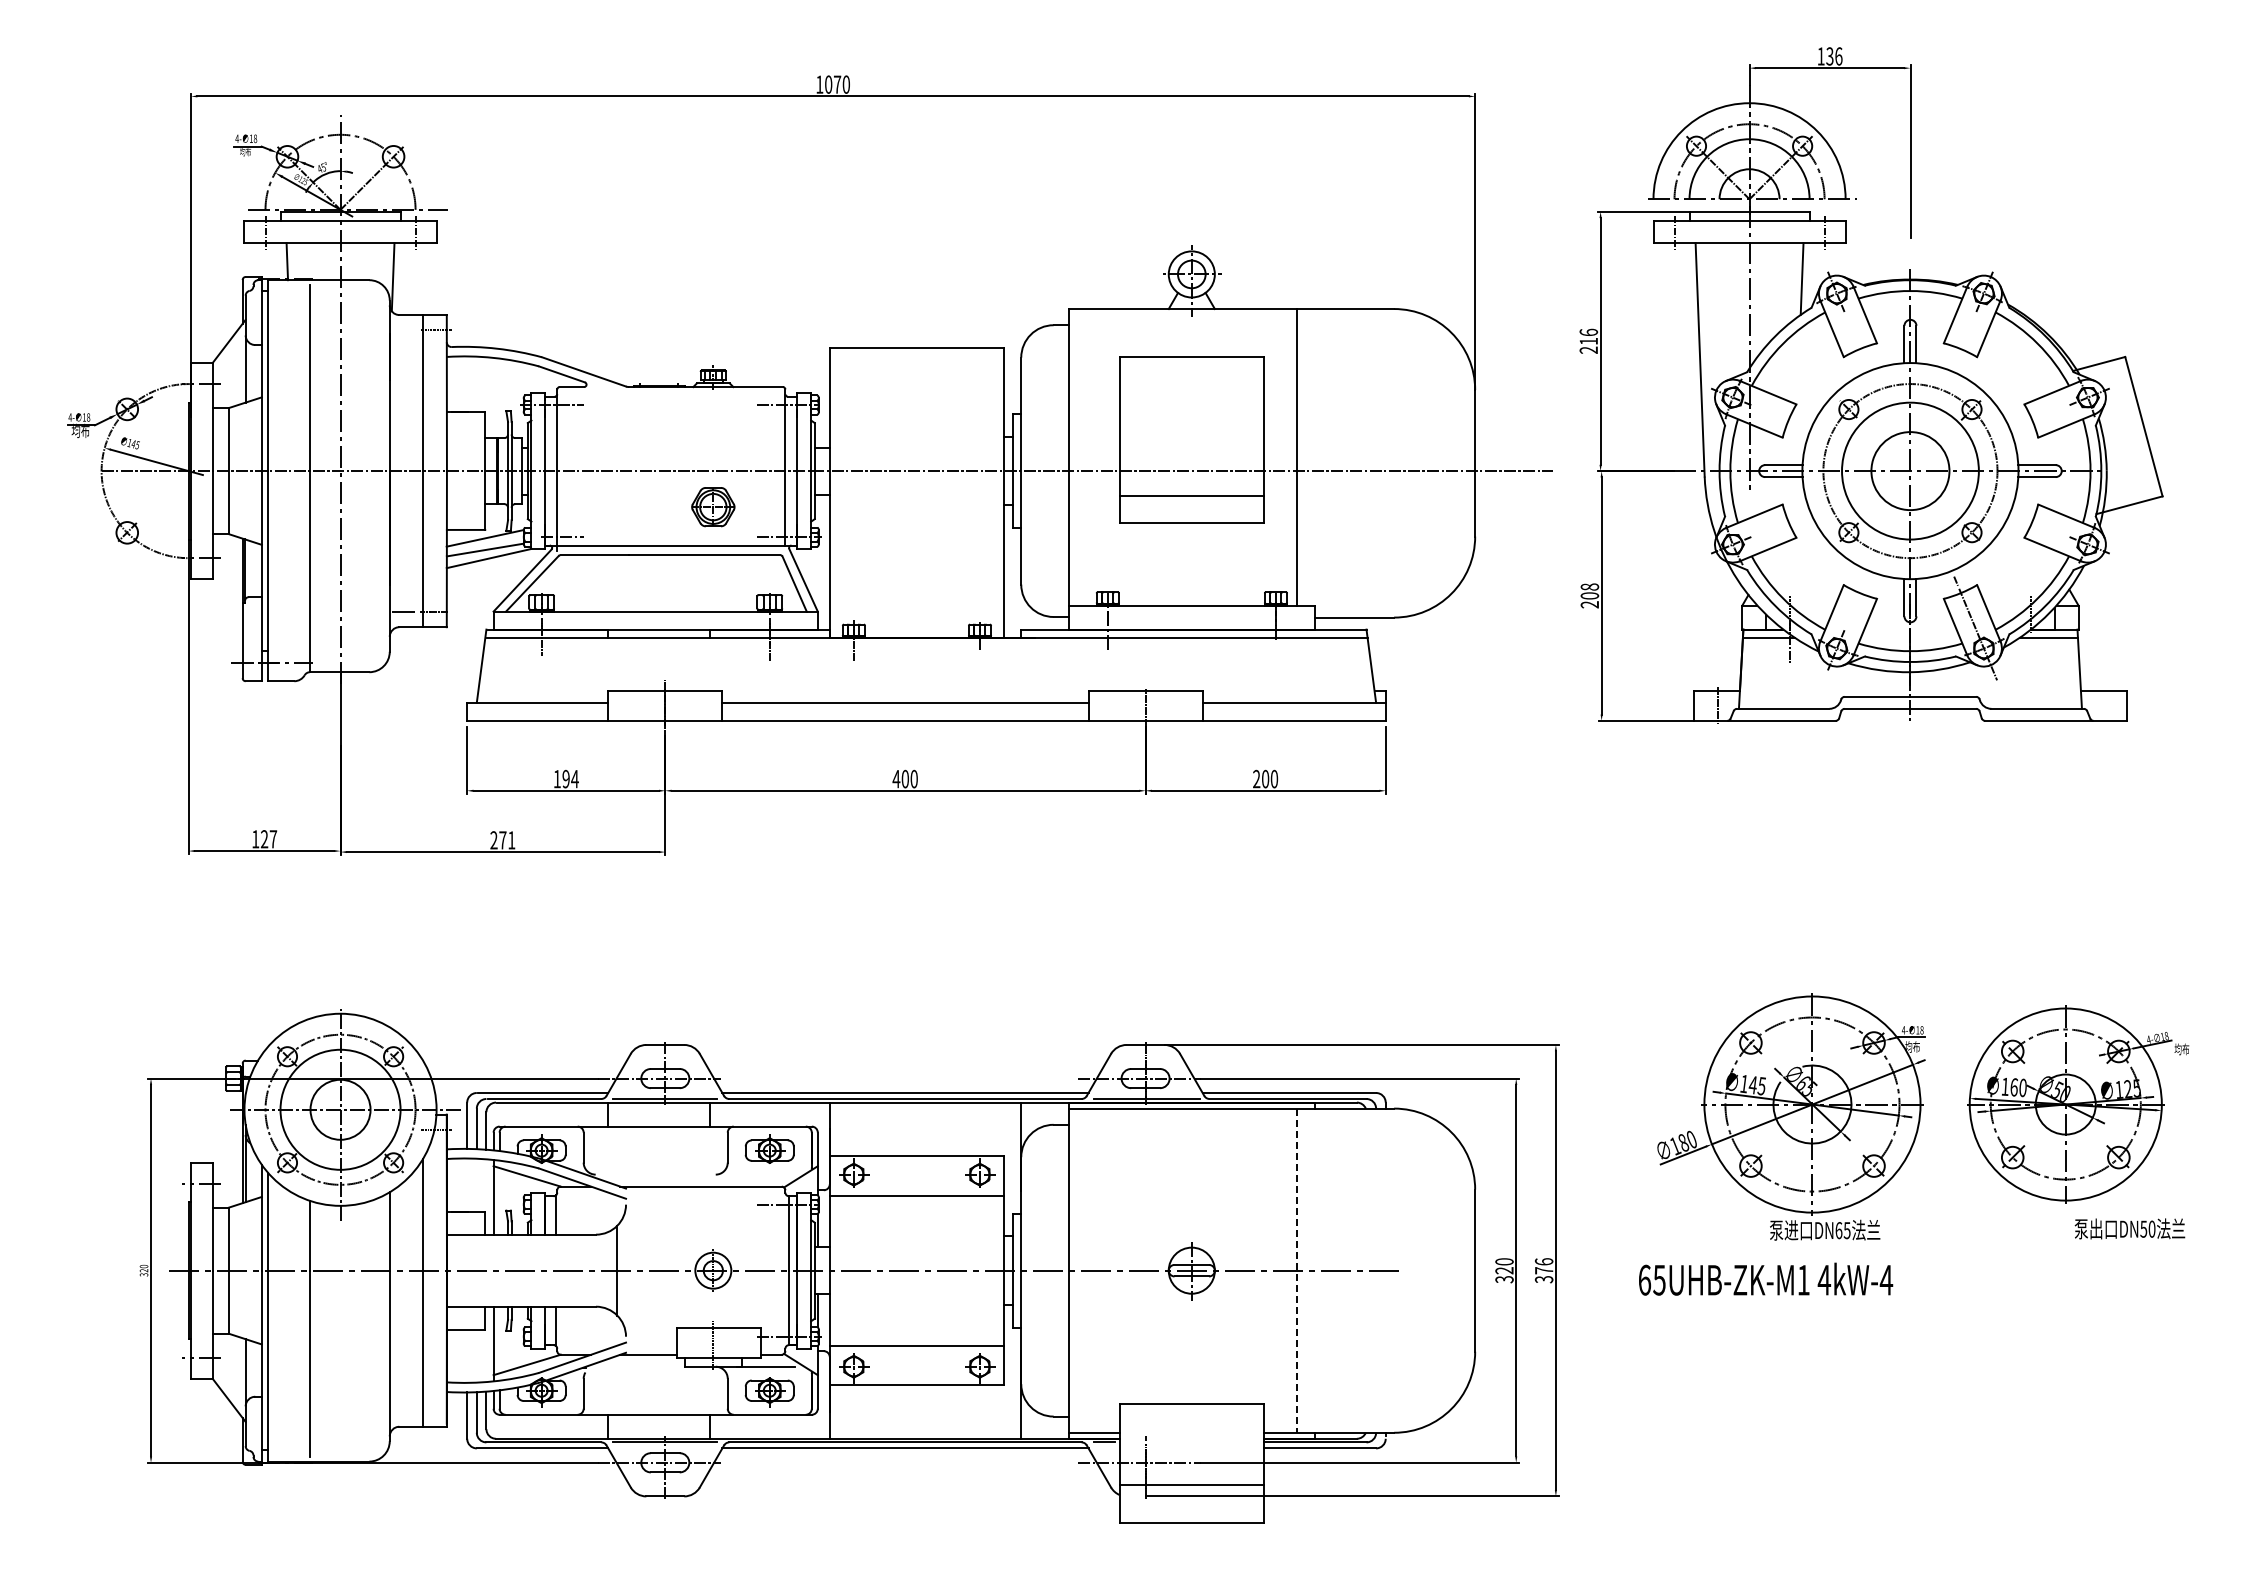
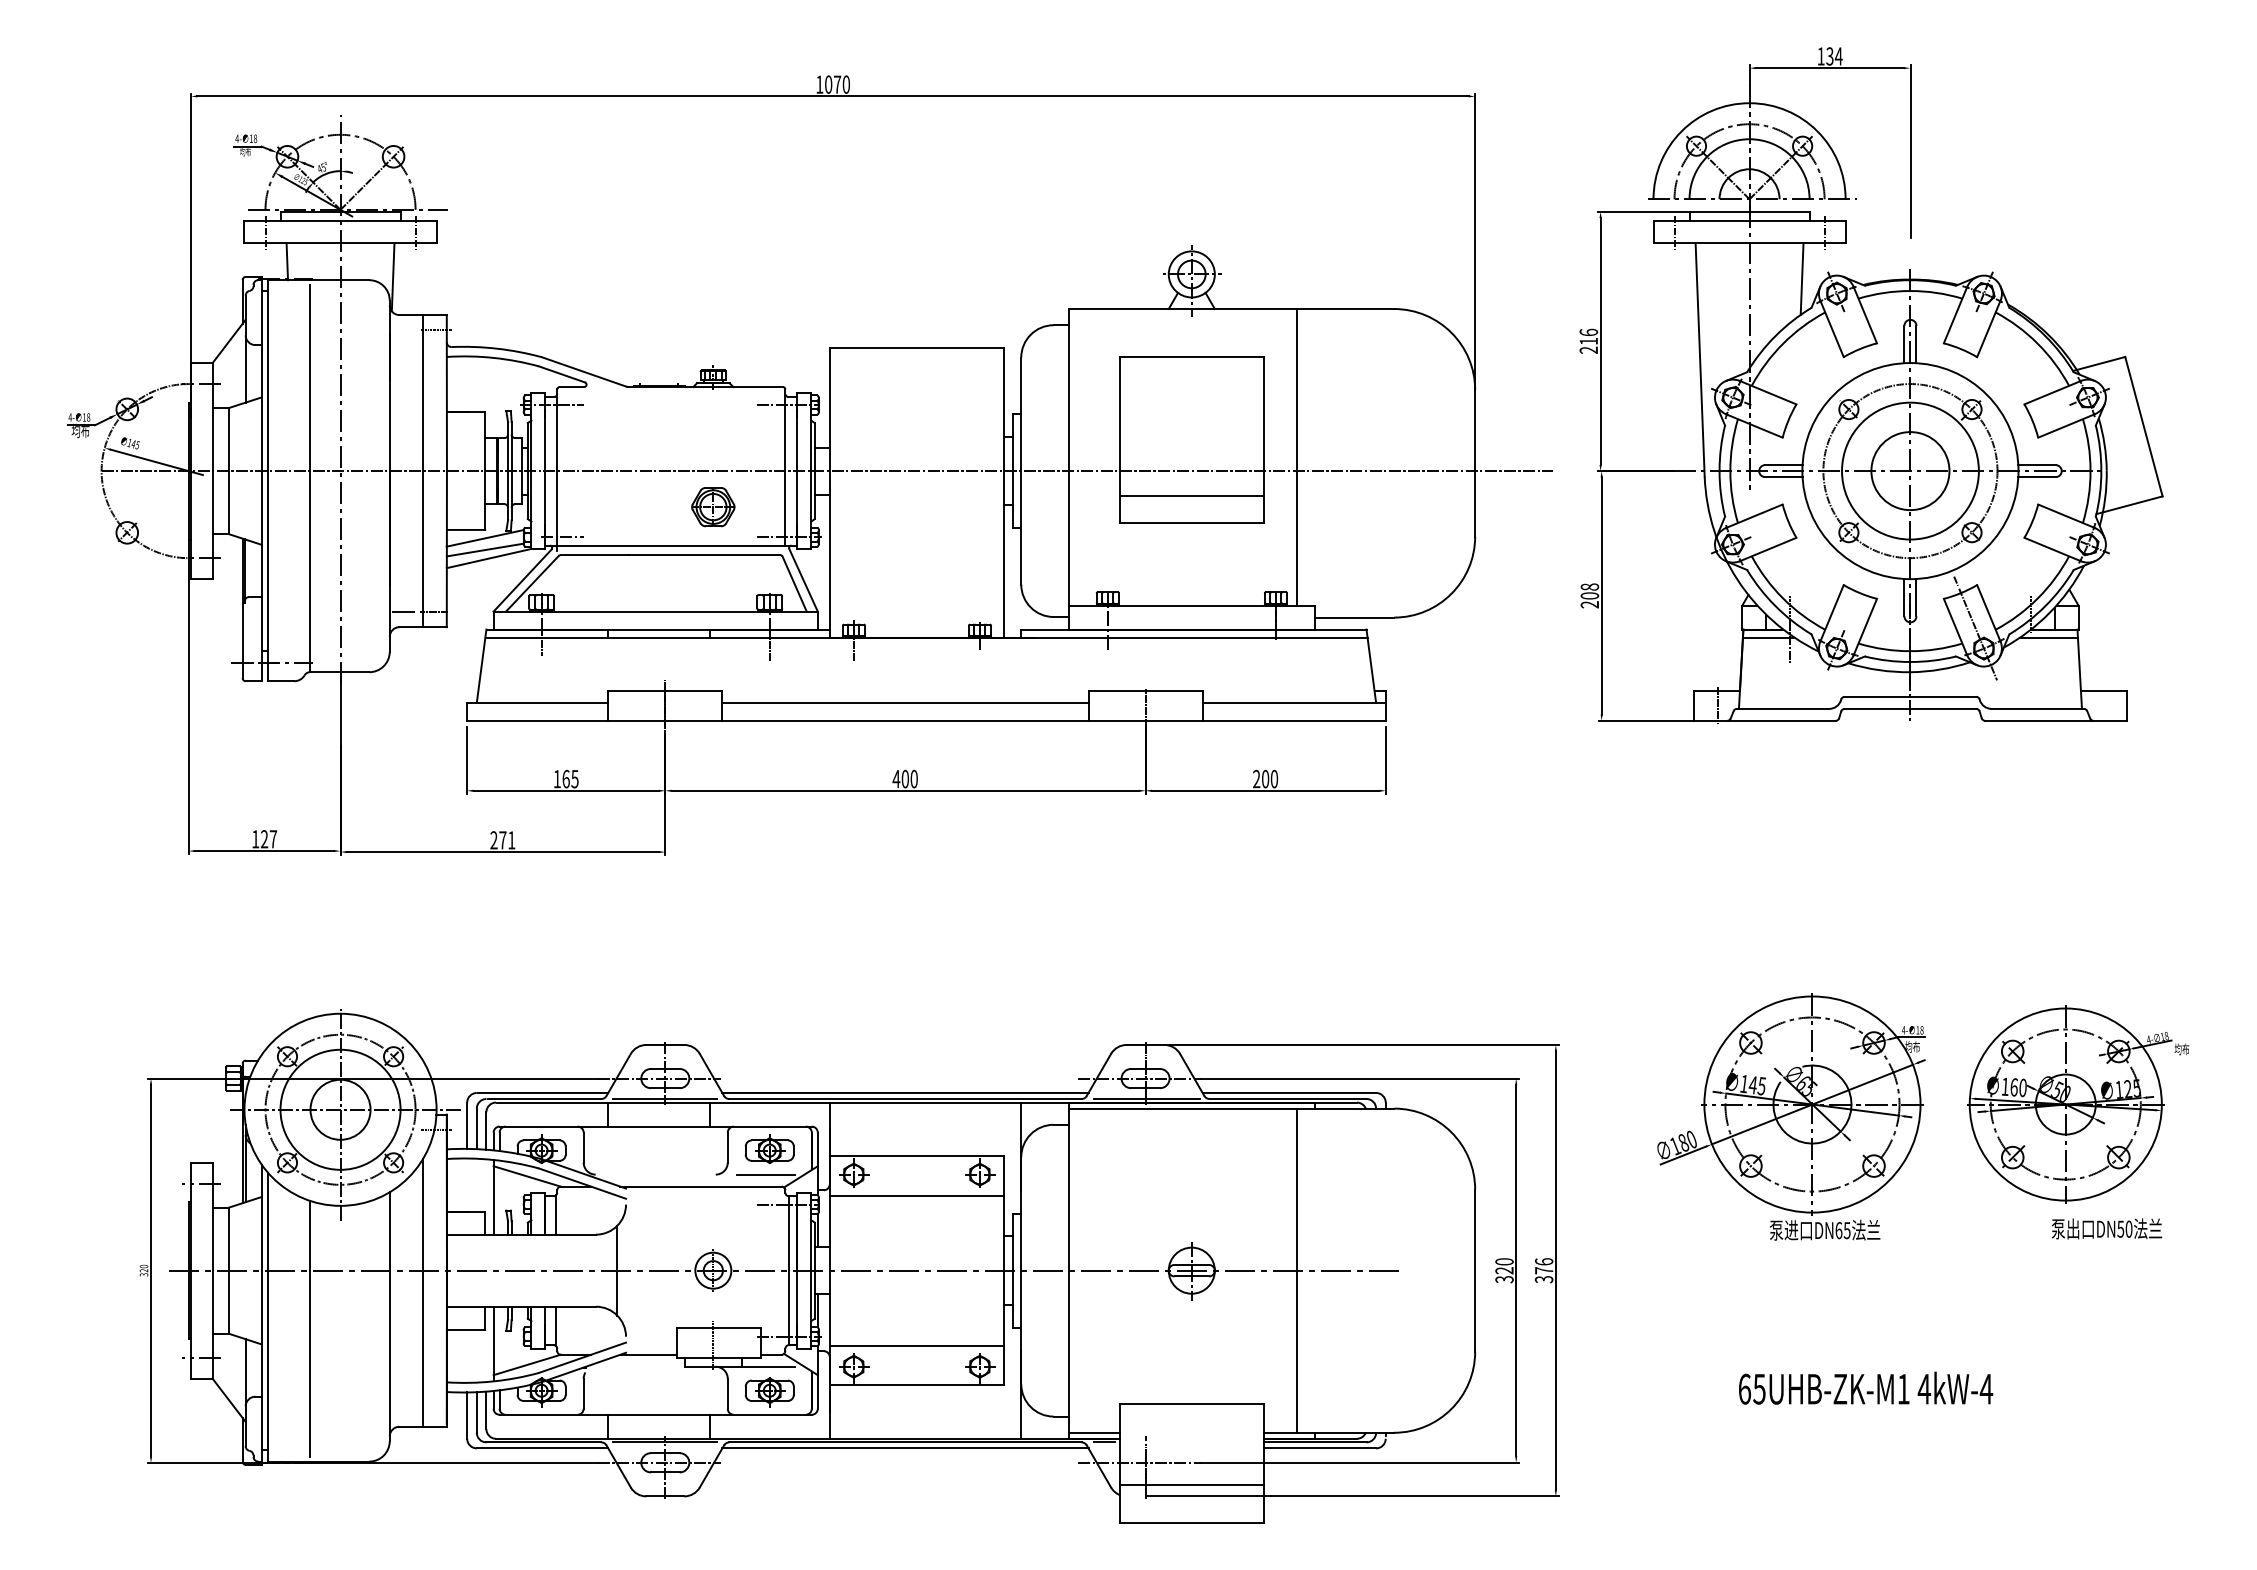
text at (1838, 56): 136 -> 134
text at (570, 778): 194 -> 165
line at (765, 1174): none -> present
text at (2129, 1228) position: (2129, 1228) -> (2106, 1228)
line at (1297, 1271): dashed -> solid
text at (1766, 1278) position: (1766, 1278) -> (1866, 1387)
